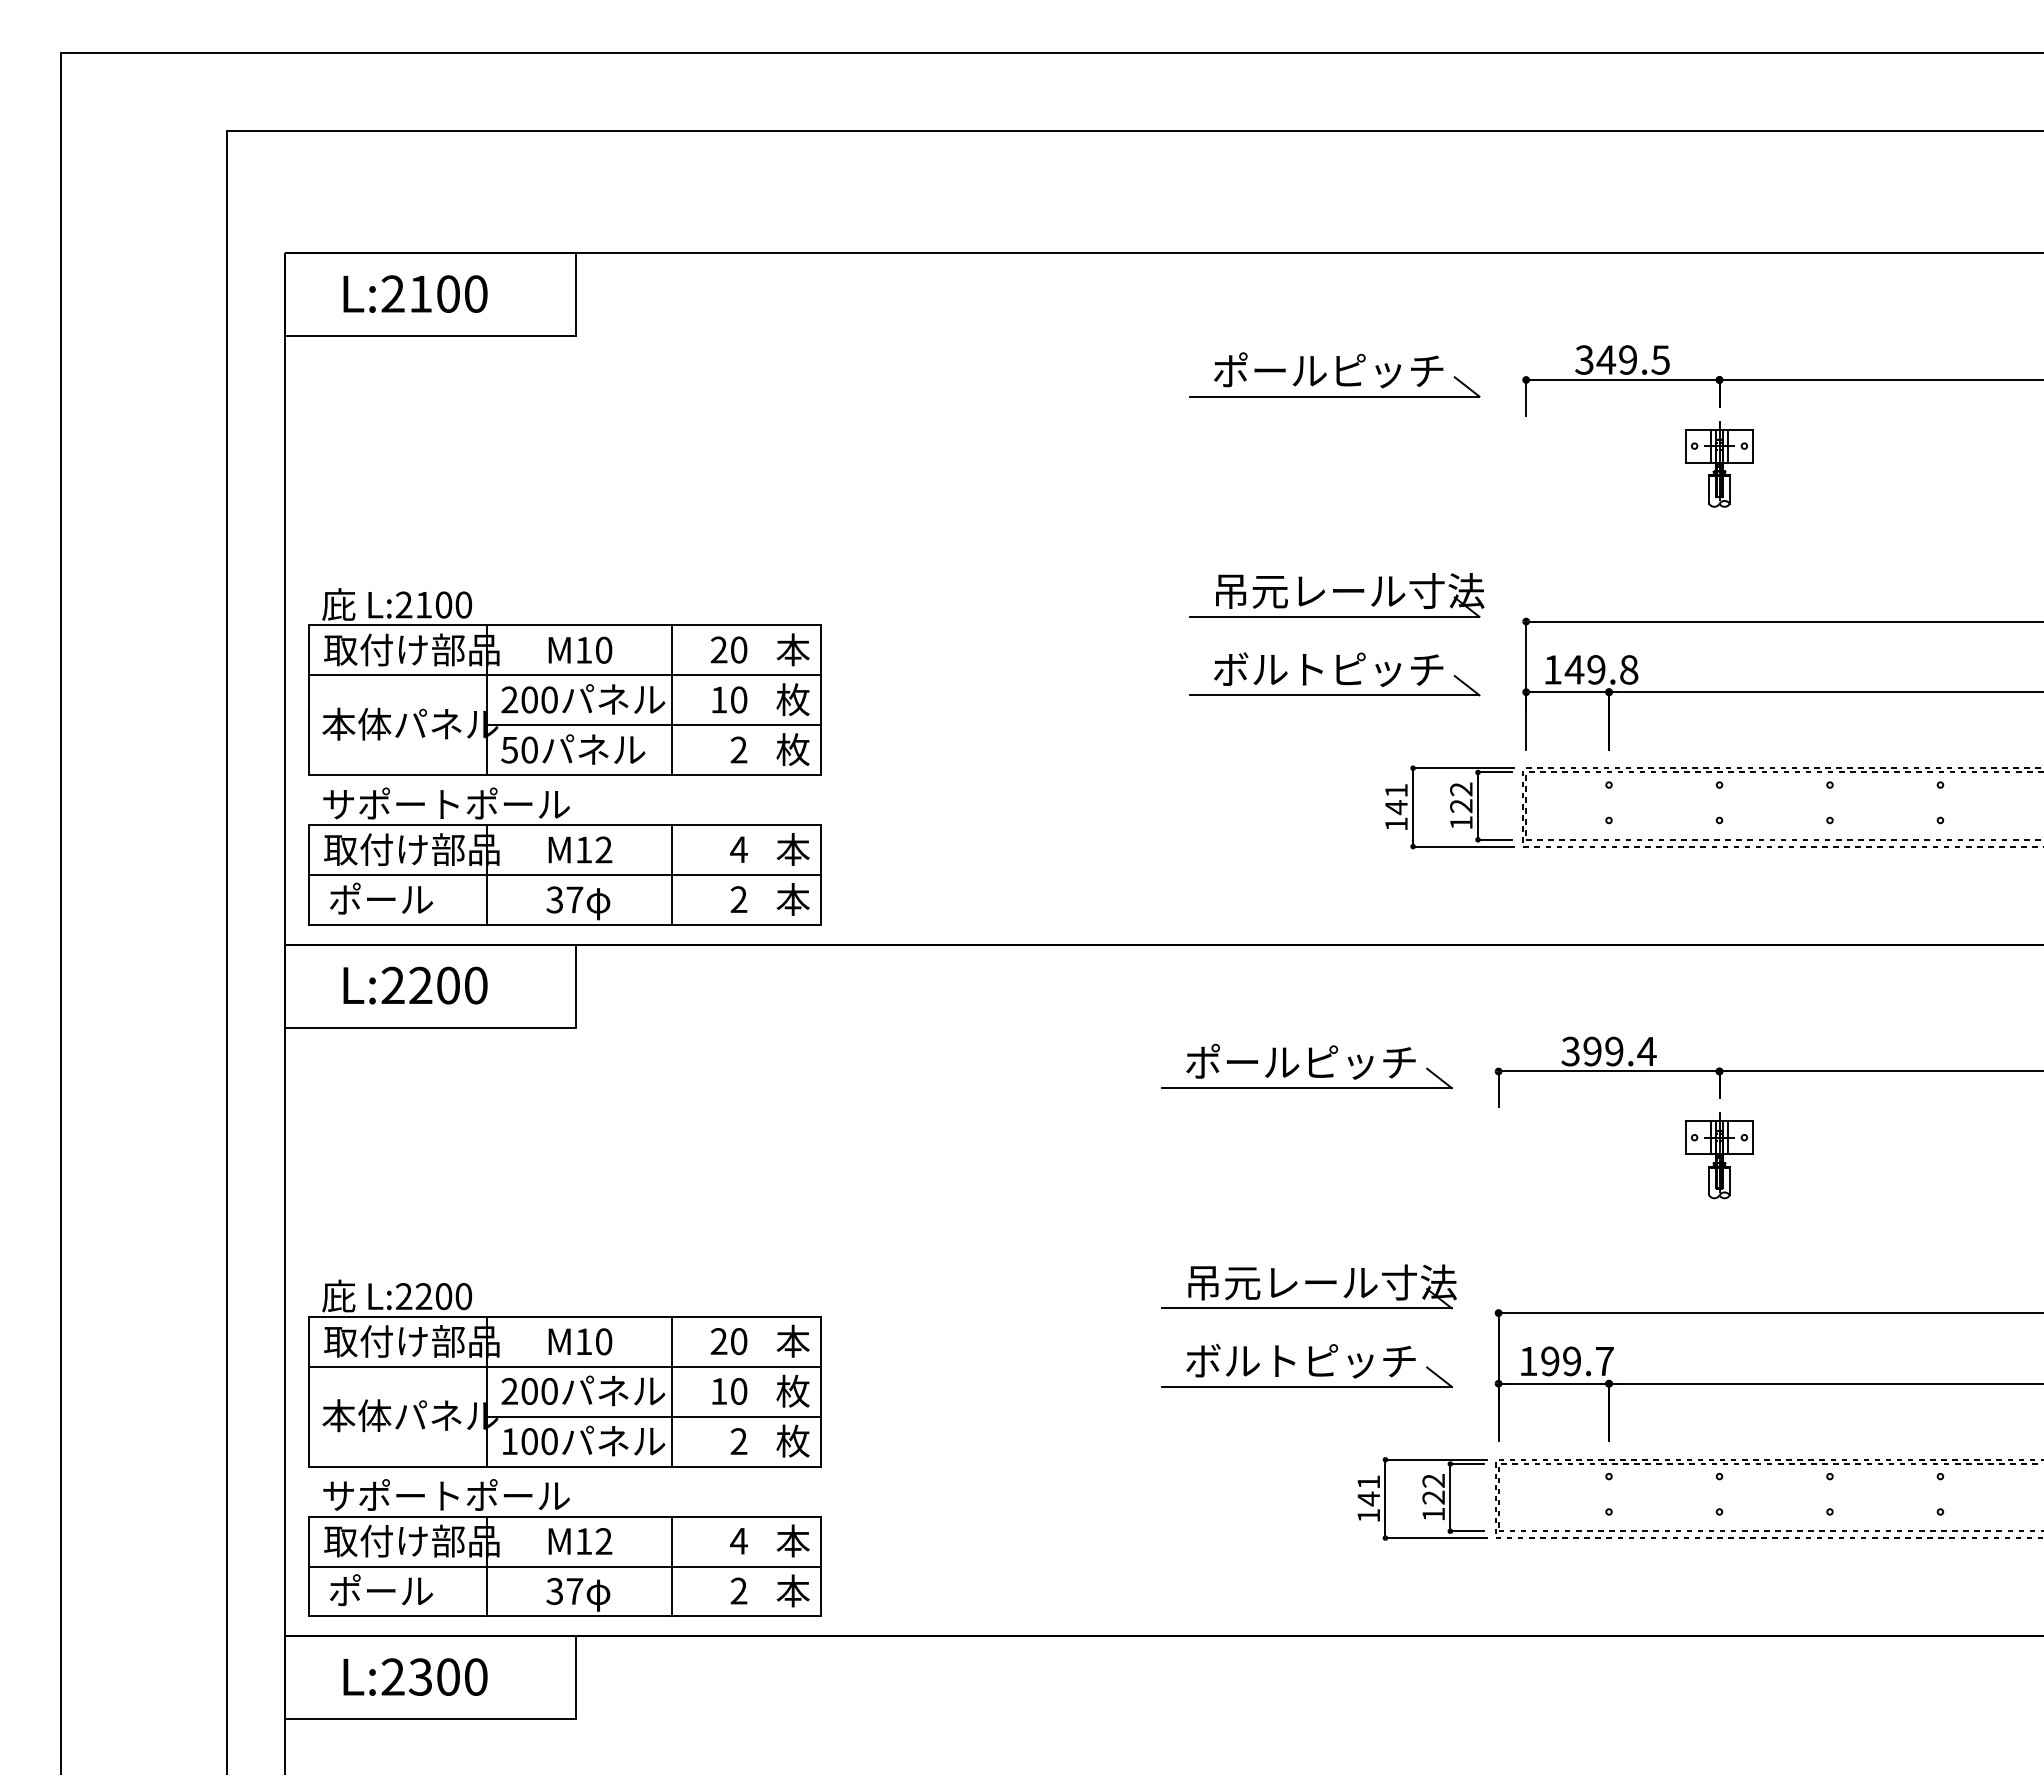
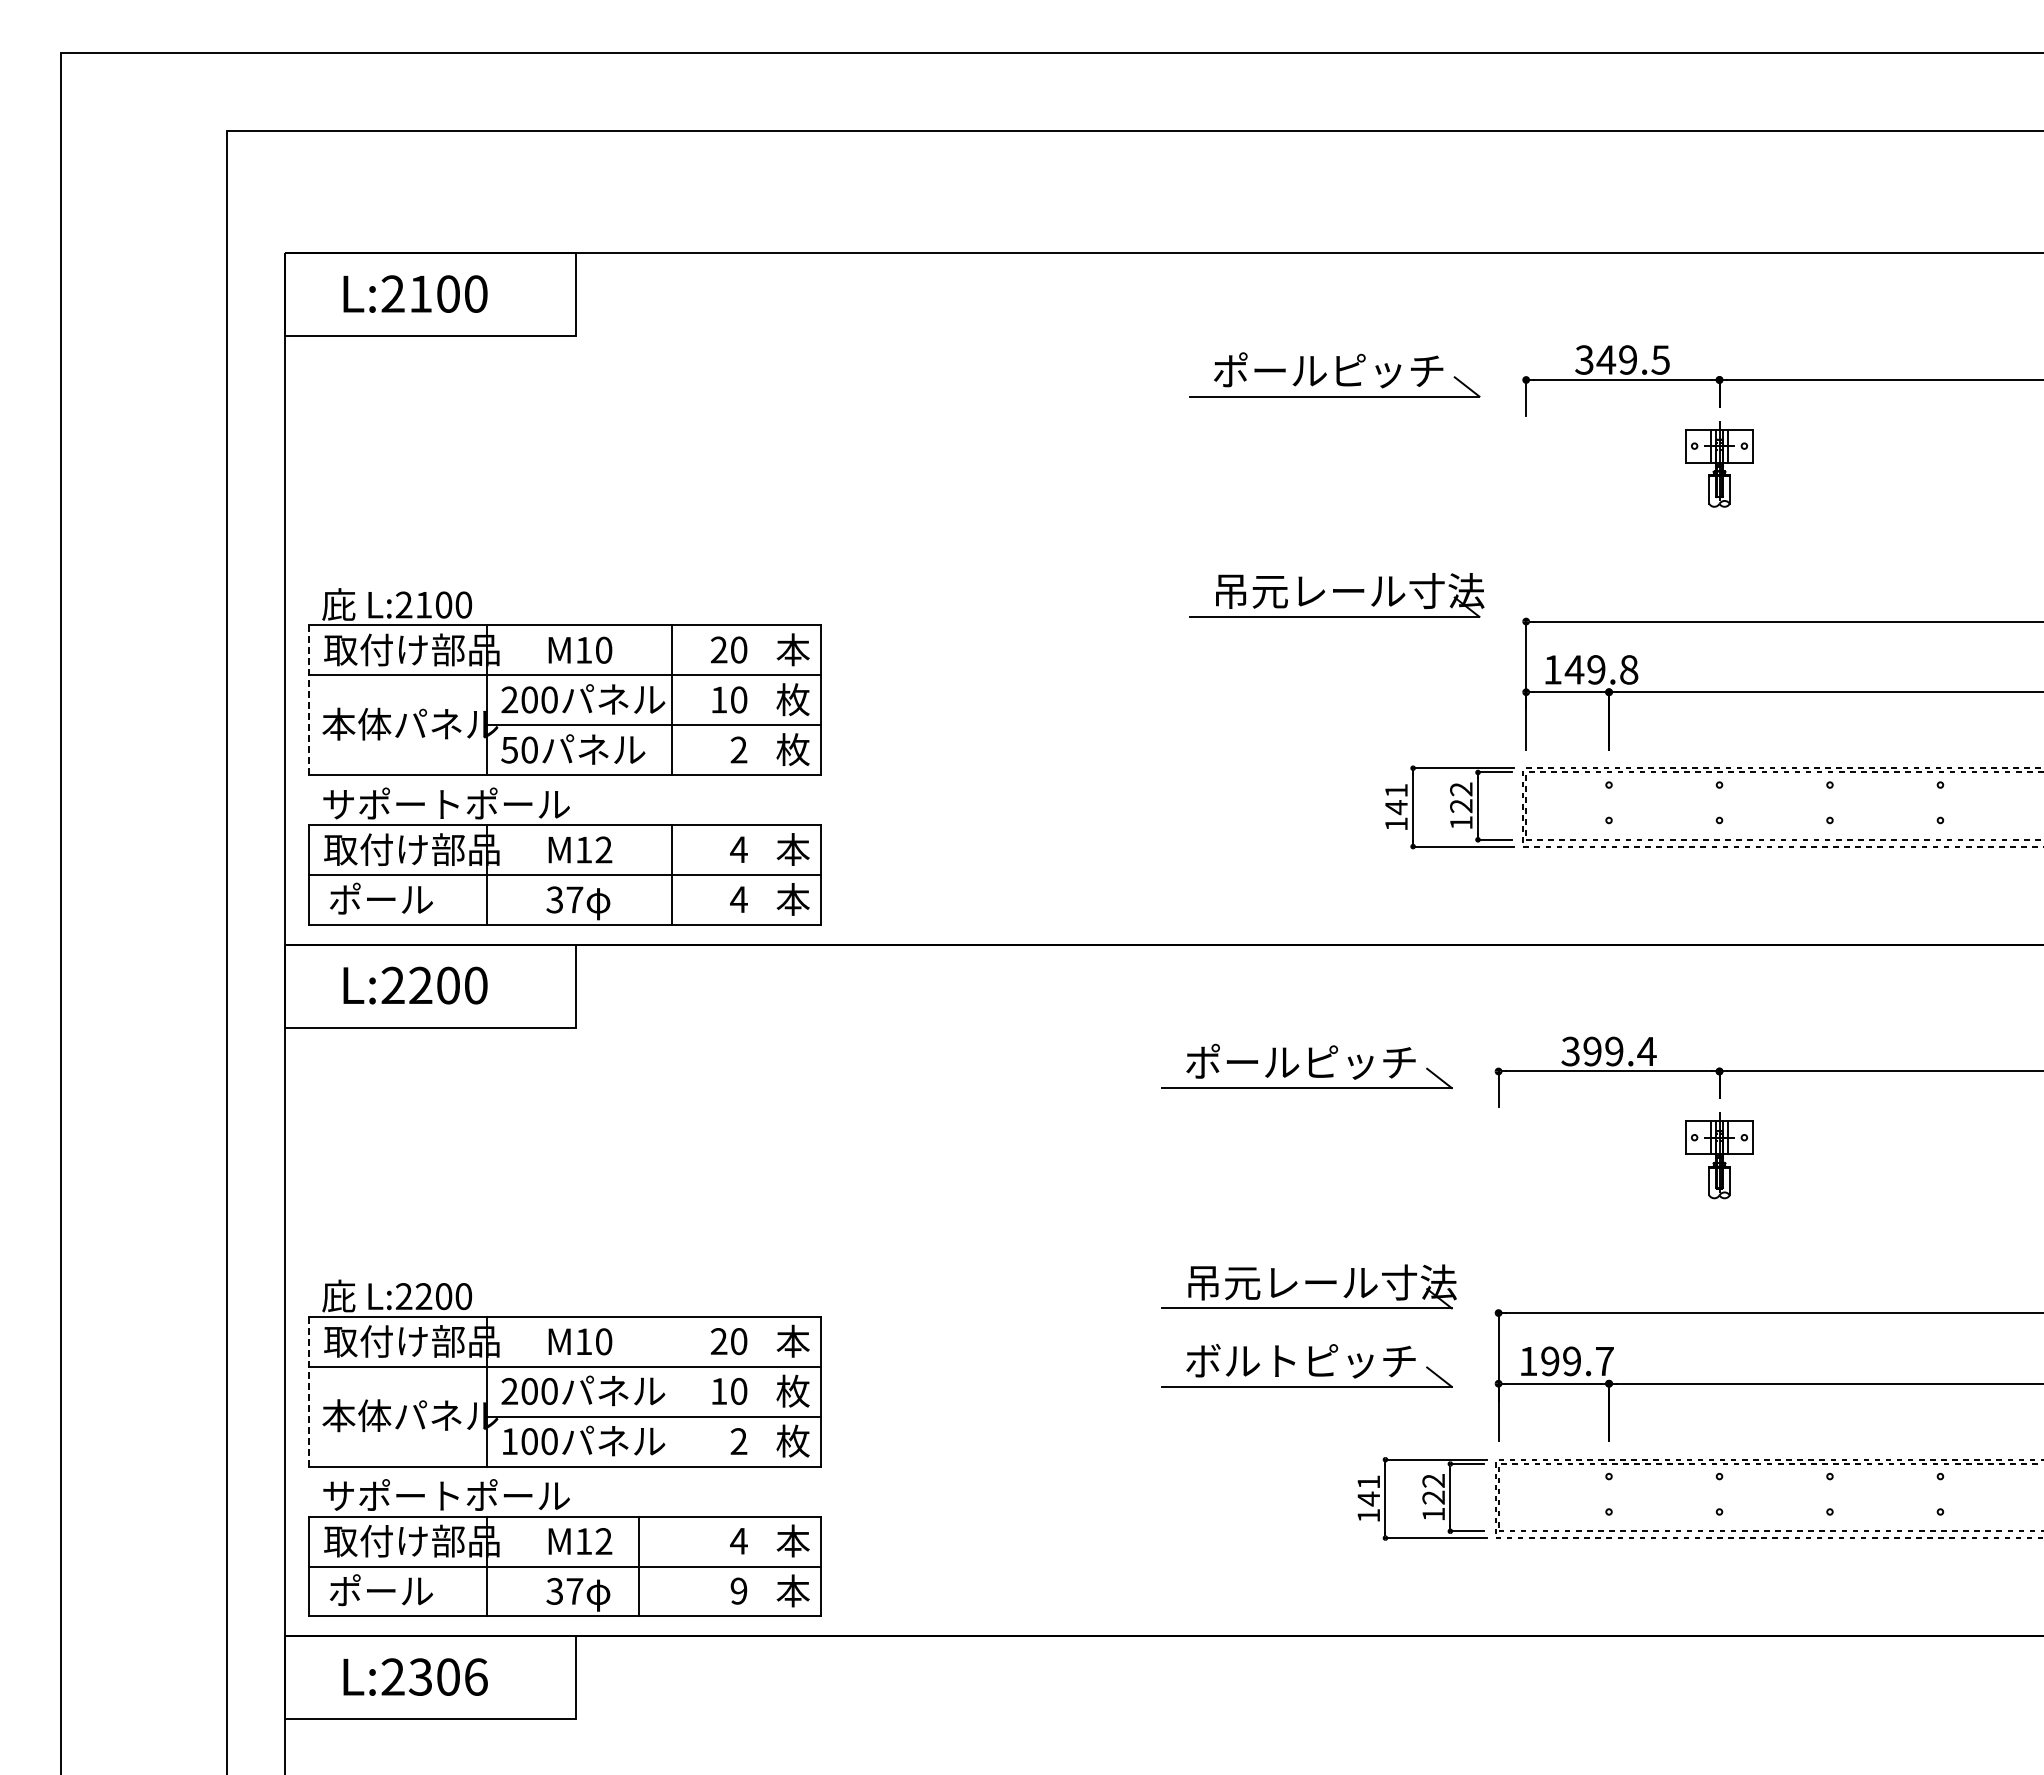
part at (1334, 674): present -> none
line at (308, 700): solid -> dashed
text at (738, 899): 2 -> 4
line at (308, 1391): solid -> dashed
line at (671, 1391): present -> none
line at (671, 1566) position: (671, 1566) -> (638, 1566)
text at (738, 1591): 2 -> 9
text at (476, 1676): L:2300 -> L:2306
